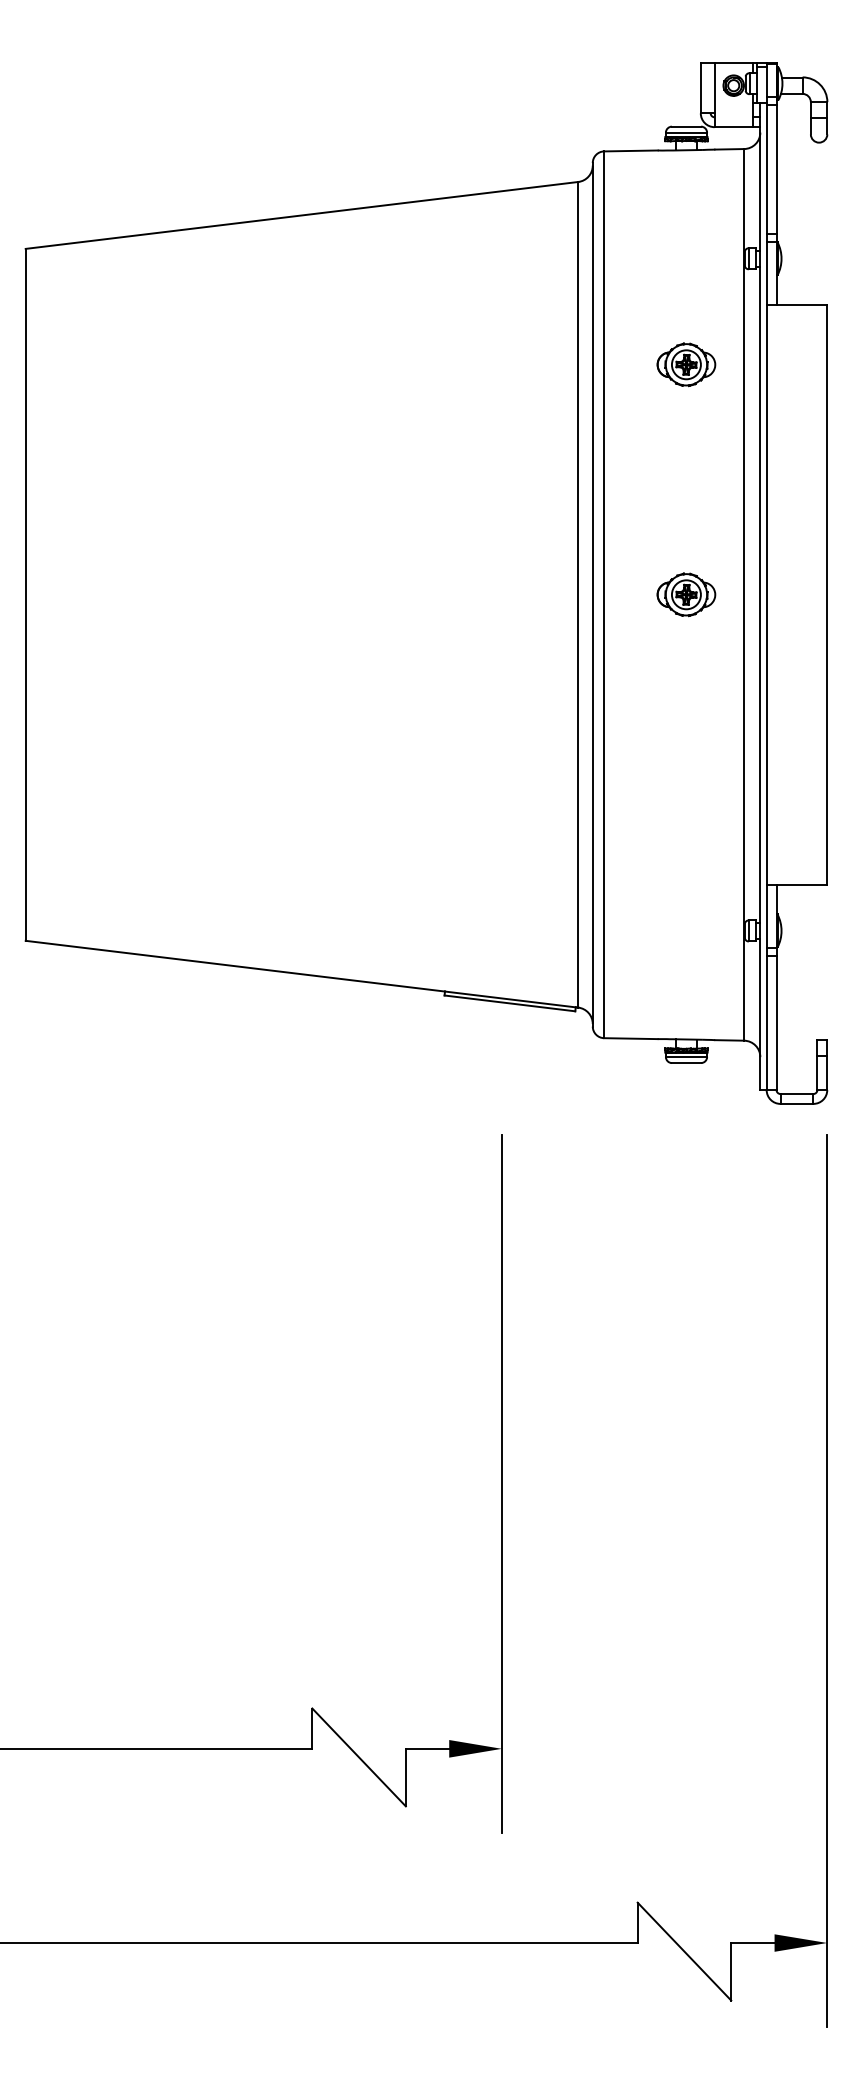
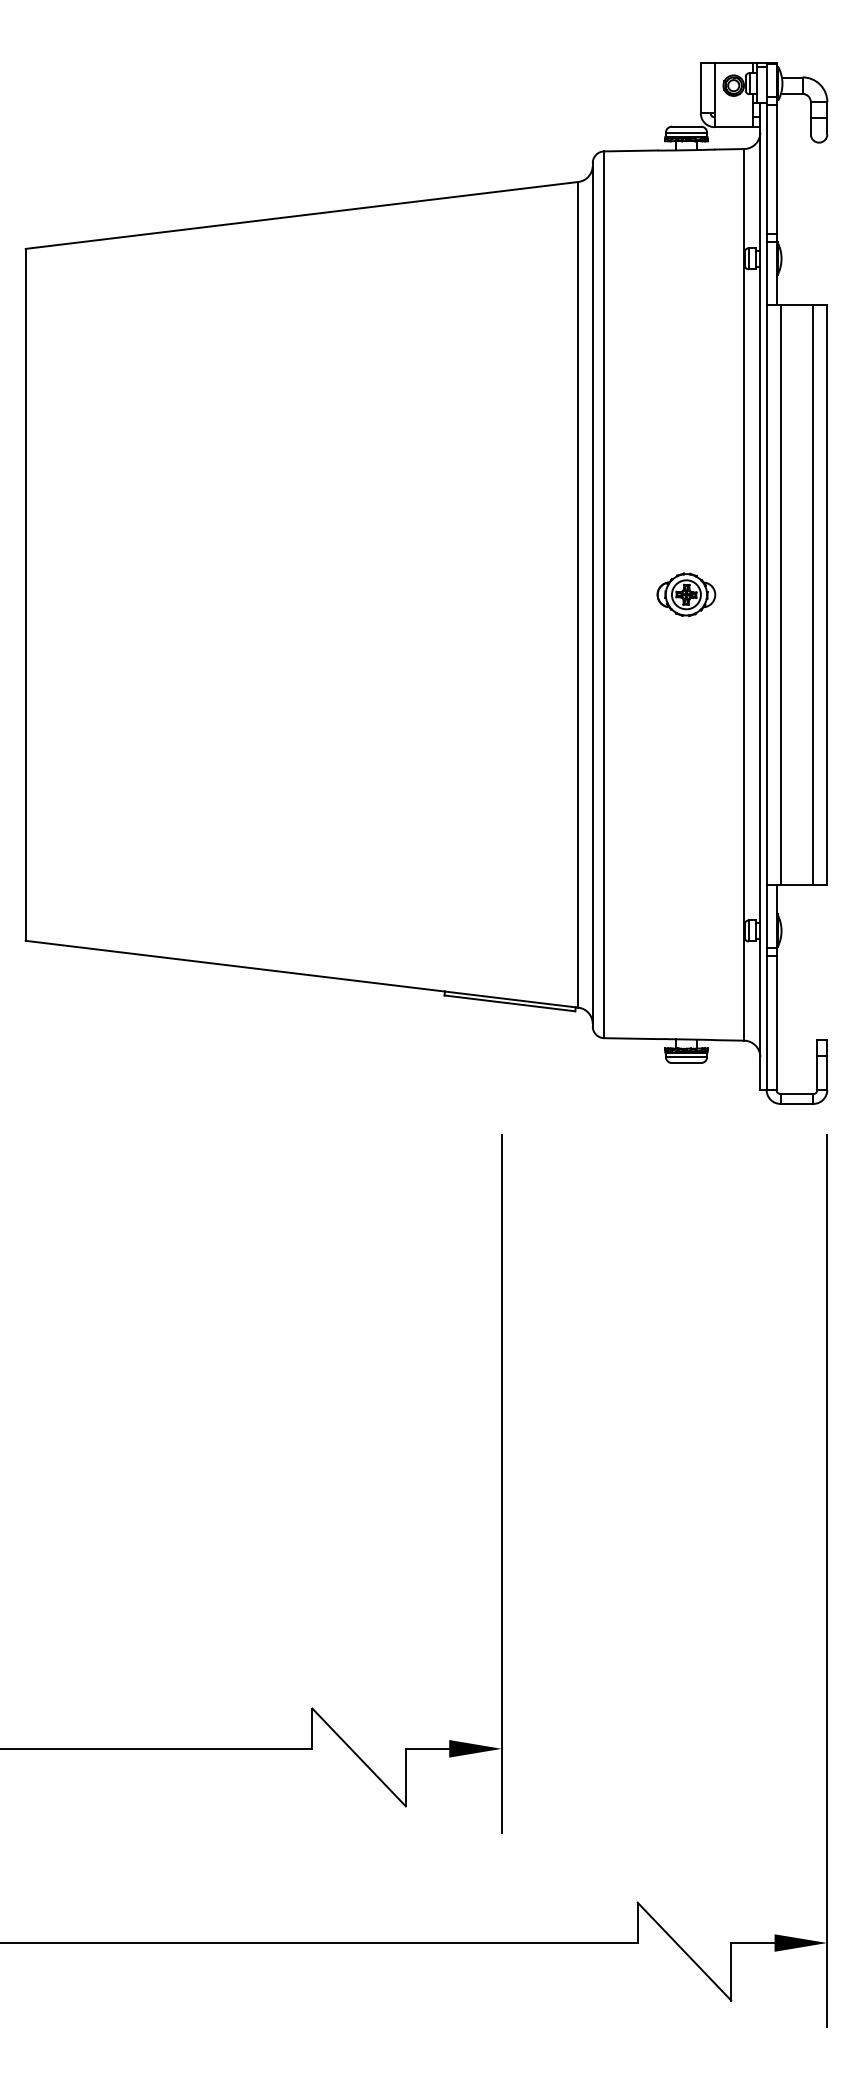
part at (686, 364): present -> none
line at (780, 594): none -> present
line at (813, 594): none -> present
